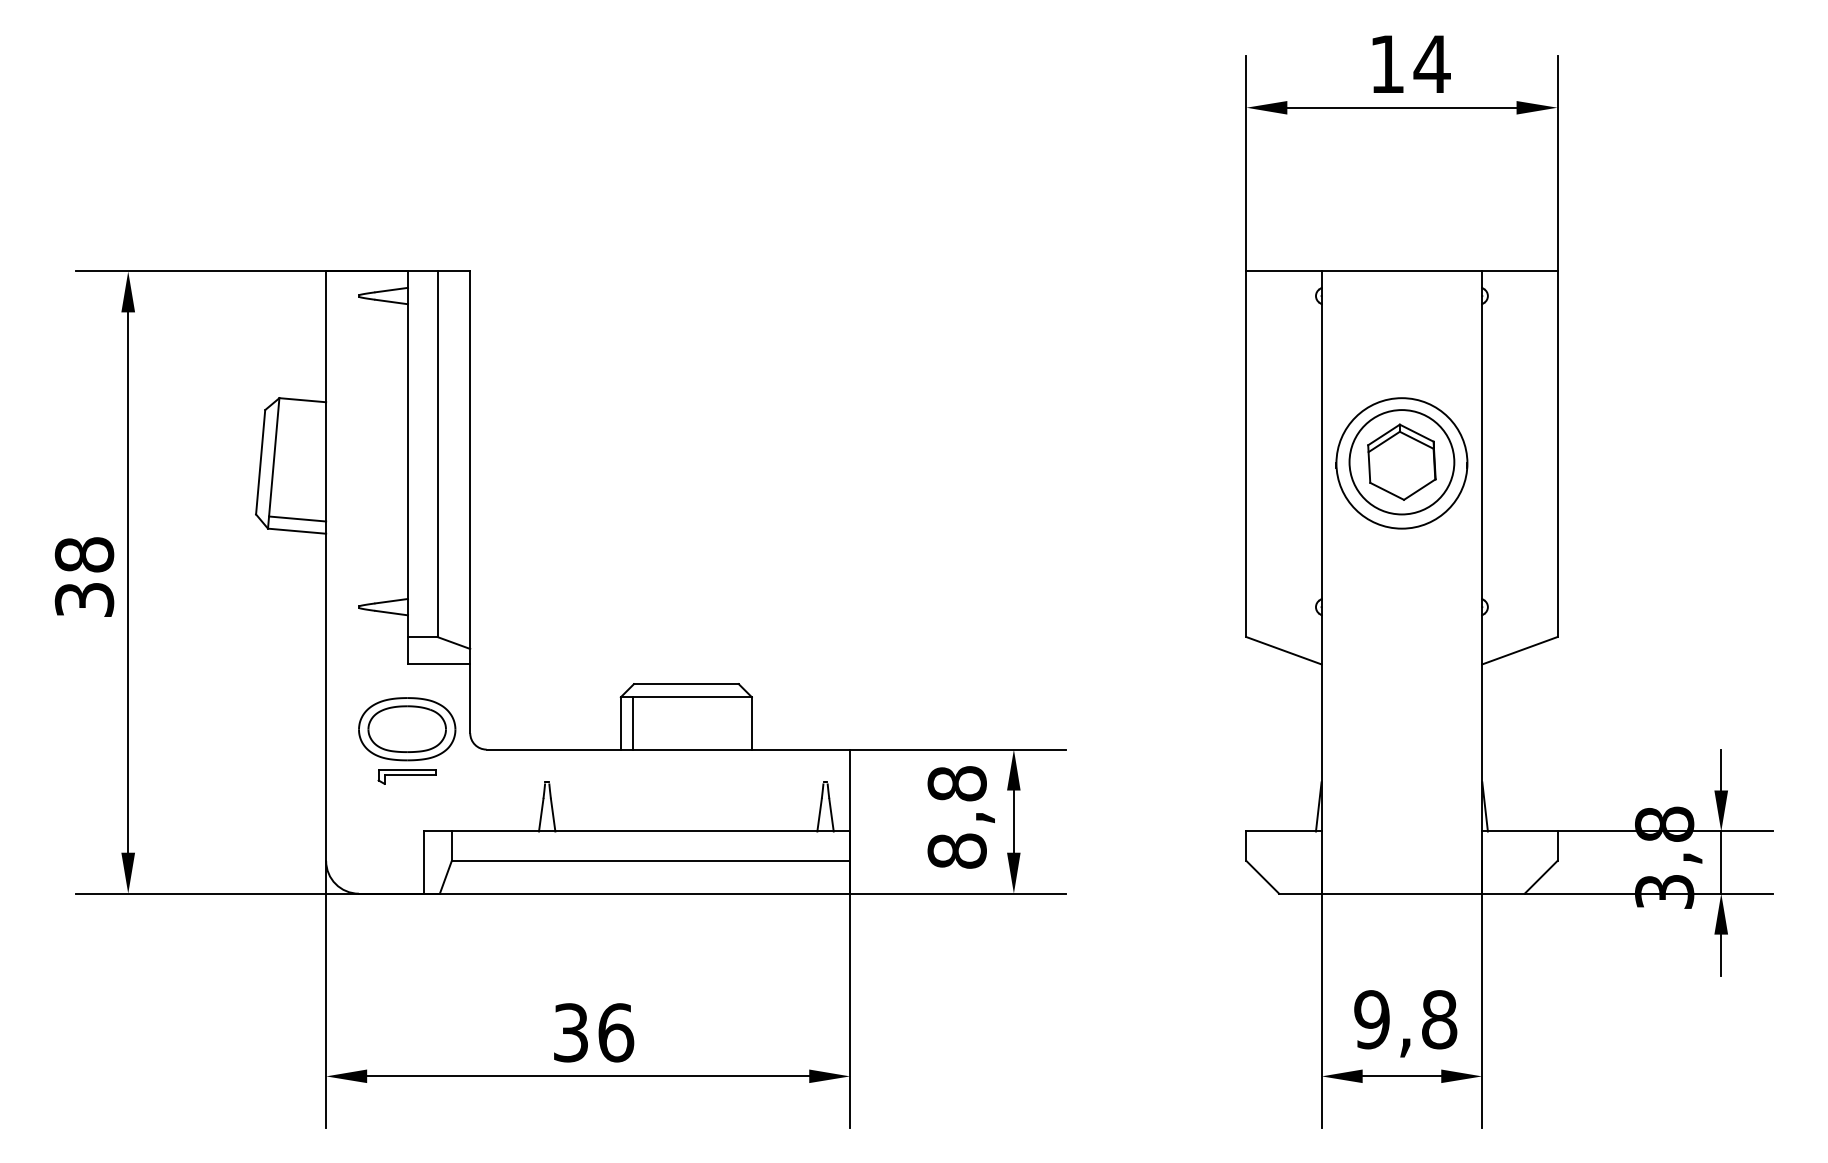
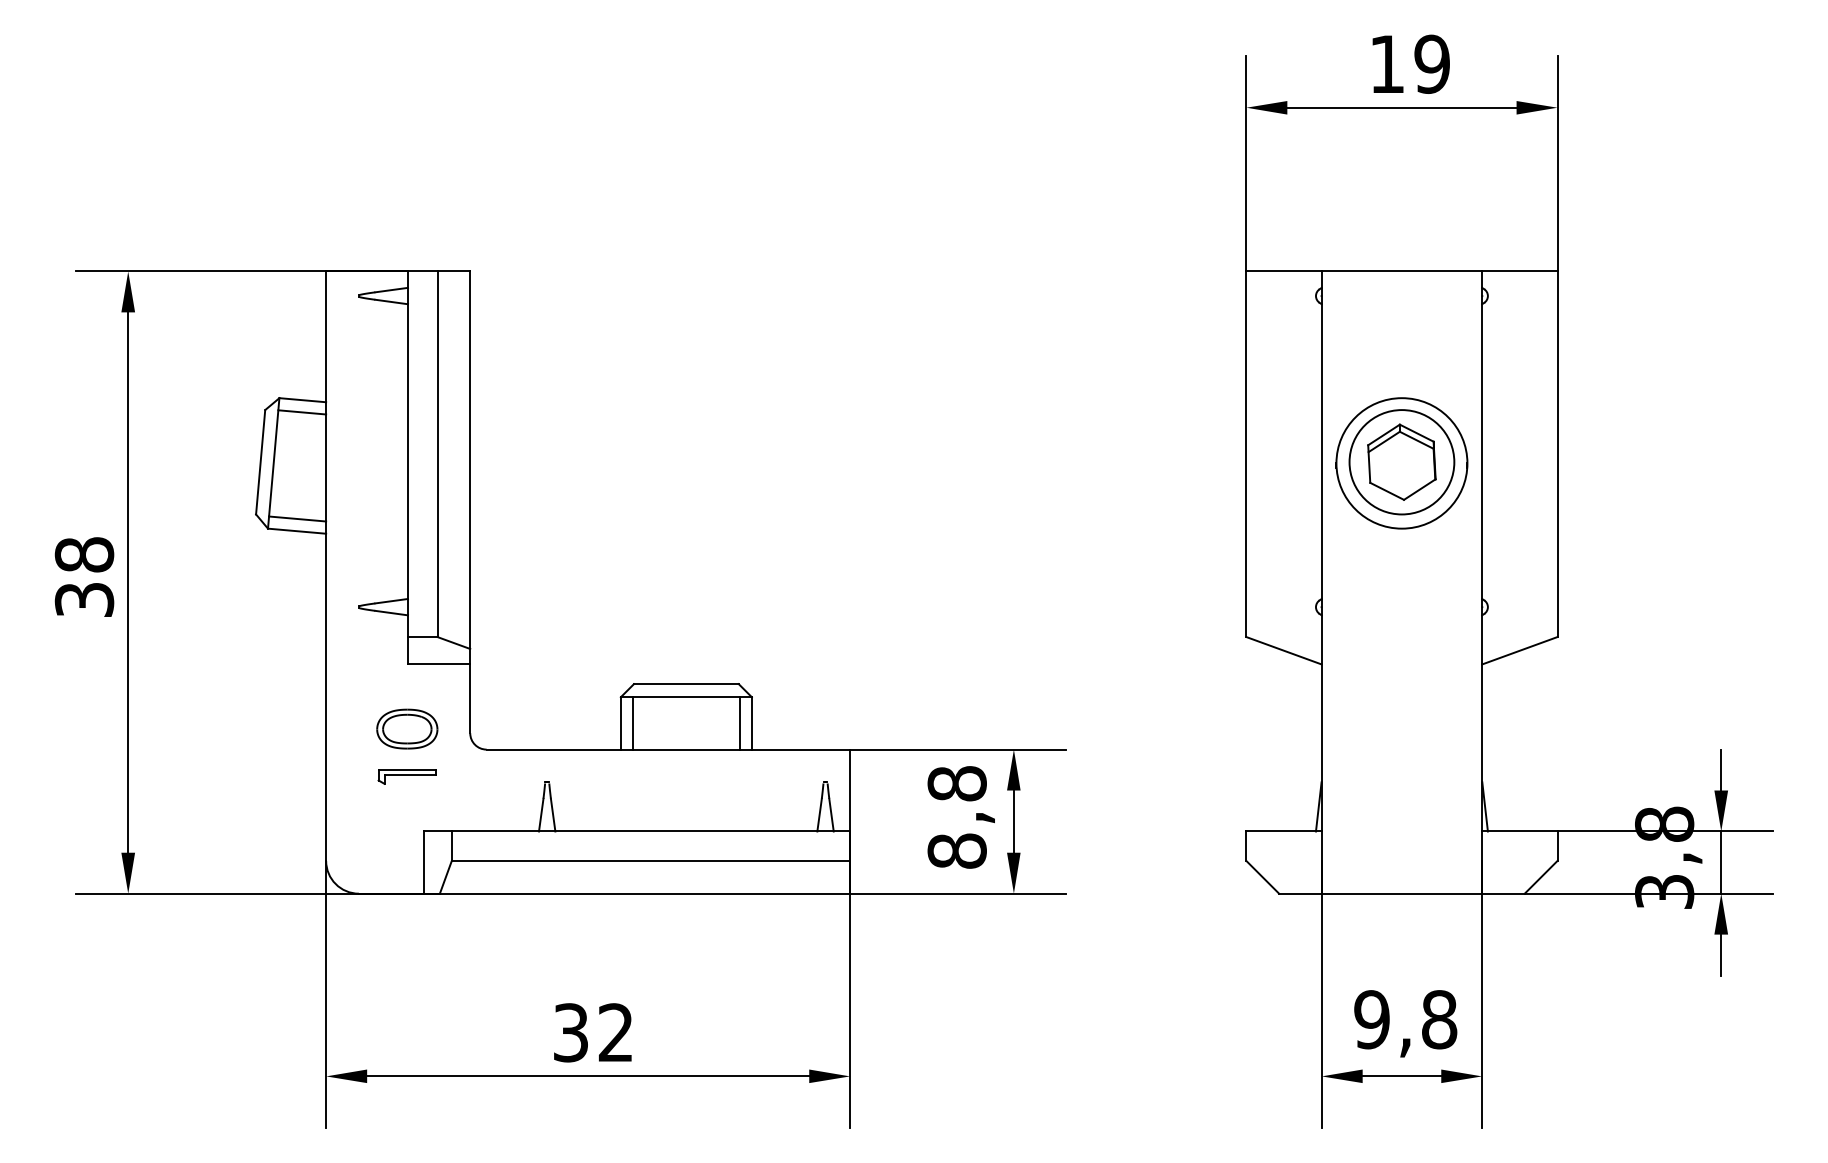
text at (1431, 63): 14 -> 19
line at (302, 412): none -> present
line at (739, 723): none -> present
part at (407, 729) size: 99x65 px -> 63x42 px
text at (616, 1032): 36 -> 32
